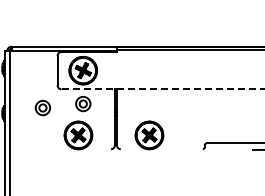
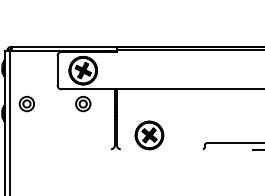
line at (163, 89): dashed -> solid
part at (42, 108) position: (42, 108) -> (26, 104)
part at (78, 135): present -> none
